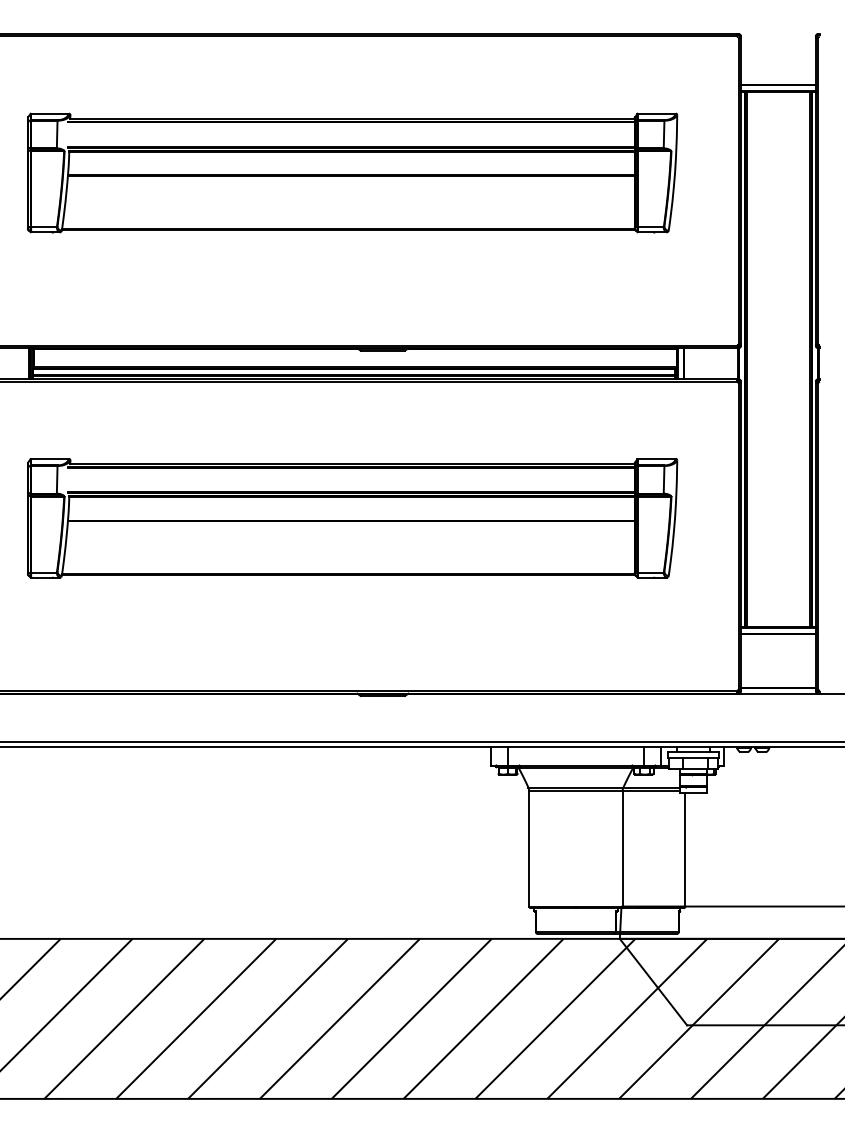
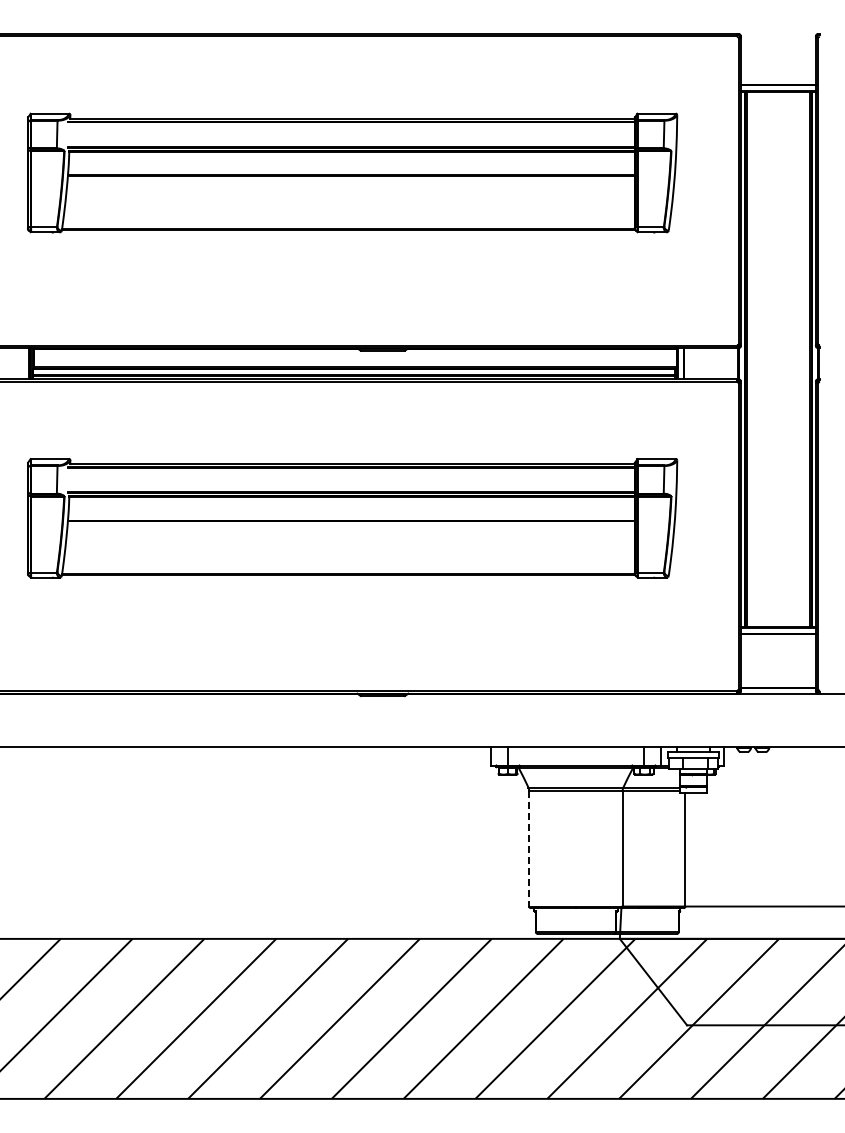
line at (421, 742): present -> none
line at (529, 848): solid -> dashed
